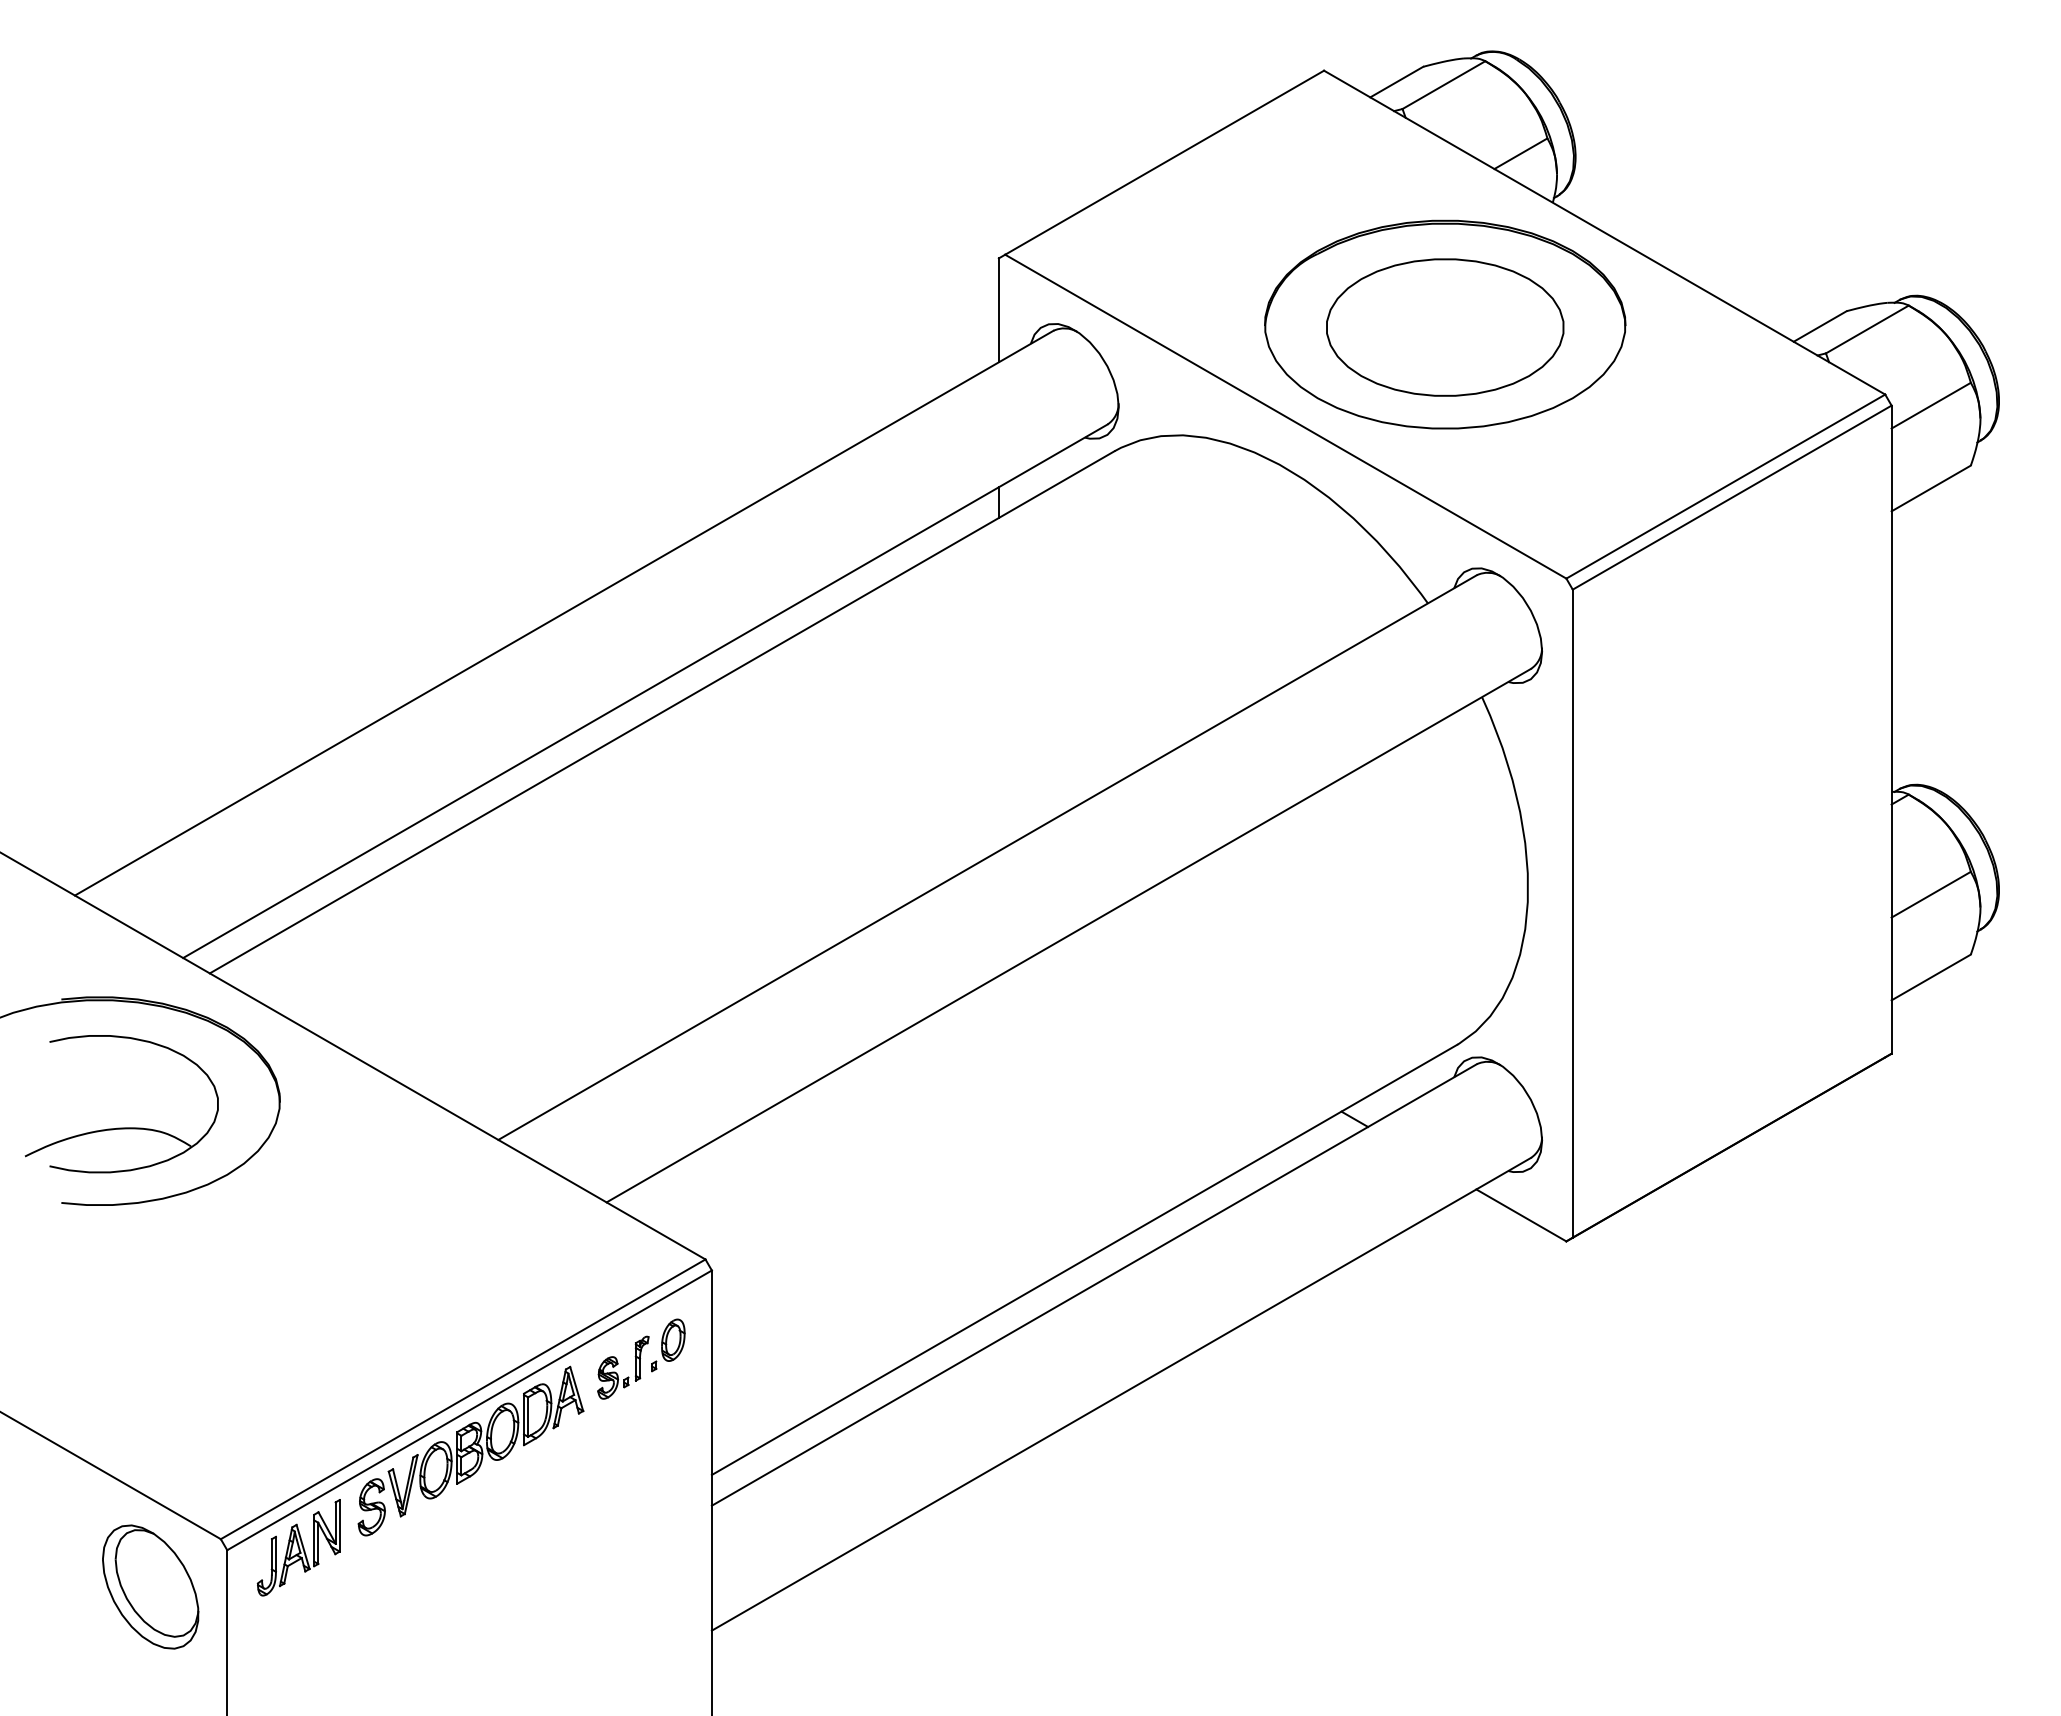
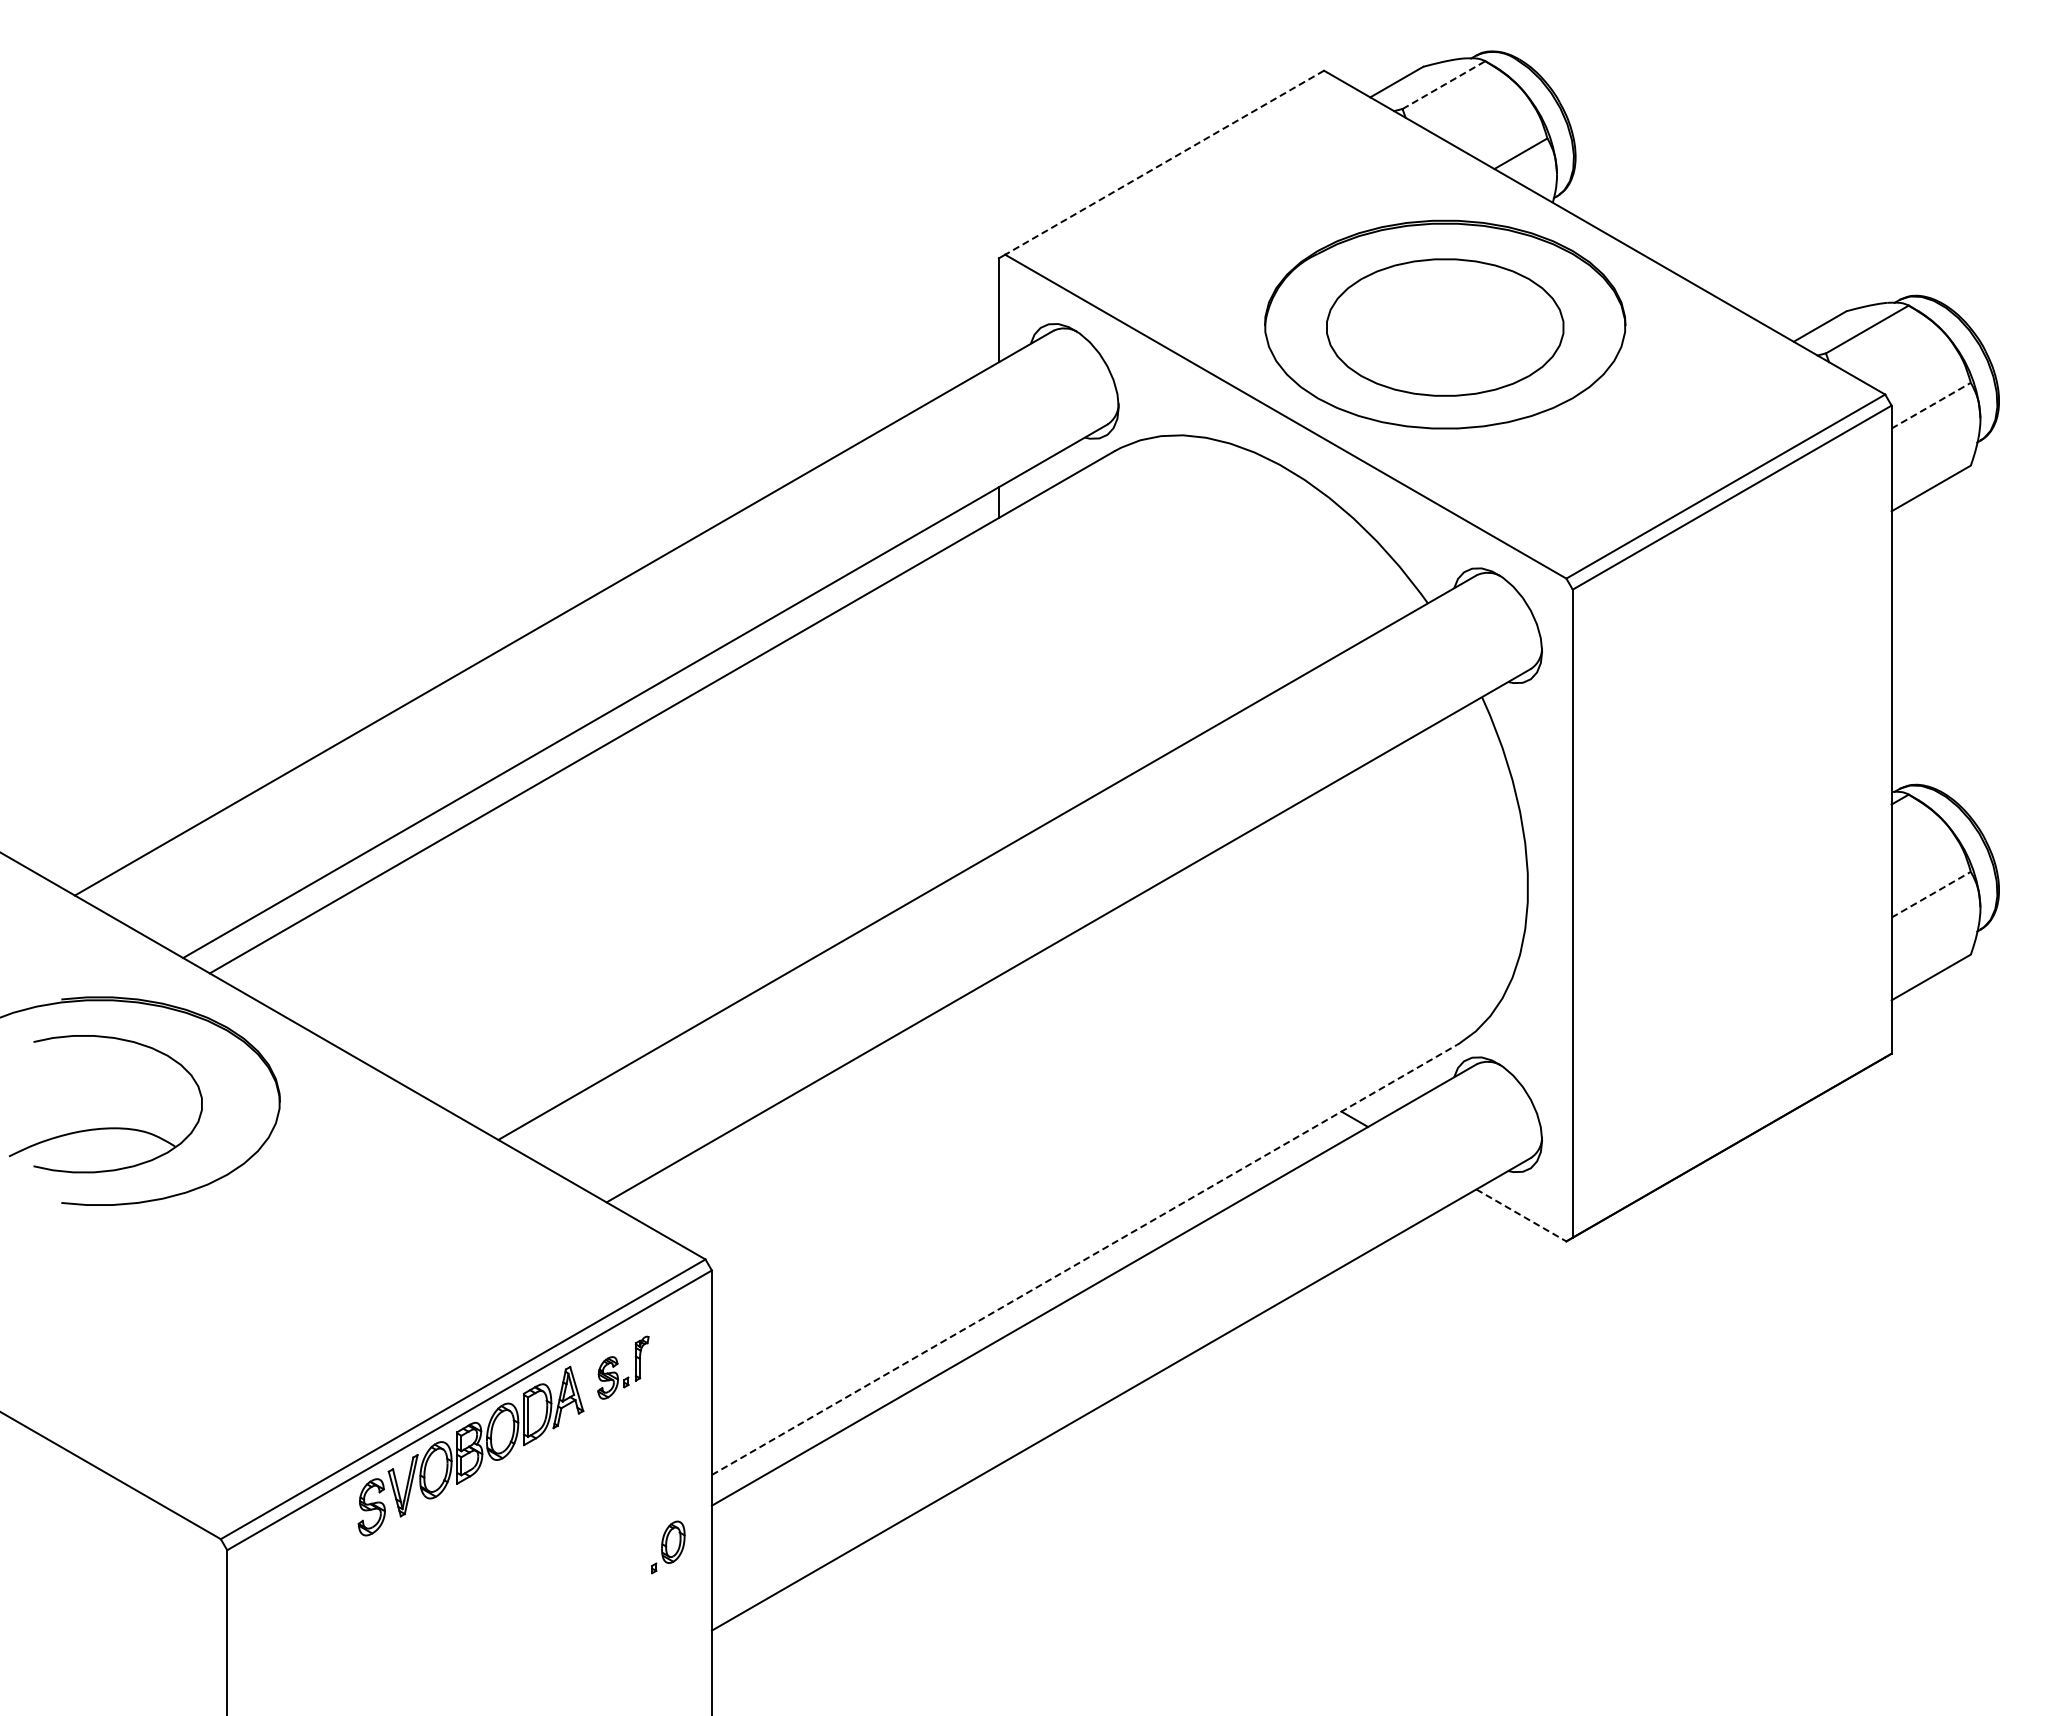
line at (1443, 85): solid -> dashed
line at (1164, 162): solid -> dashed
line at (1931, 405): solid -> dashed
line at (1931, 894): solid -> dashed
part at (121, 1127) position: (121, 1127) -> (105, 1127)
line at (1521, 1215): solid -> dashed
line at (1084, 1259): solid -> dashed
part at (668, 1345) position: (668, 1345) -> (668, 1547)
part at (298, 1547): present -> none
part at (150, 1586): present -> none
